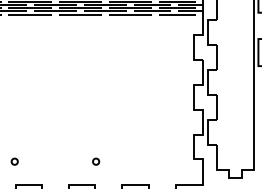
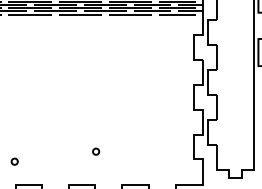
part at (96, 161) position: (96, 161) -> (96, 151)
